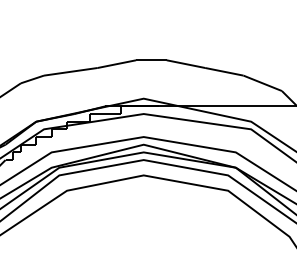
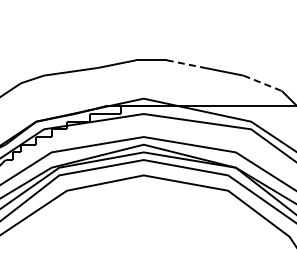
line at (185, 64): solid -> dashed
line at (262, 83): solid -> dashed
